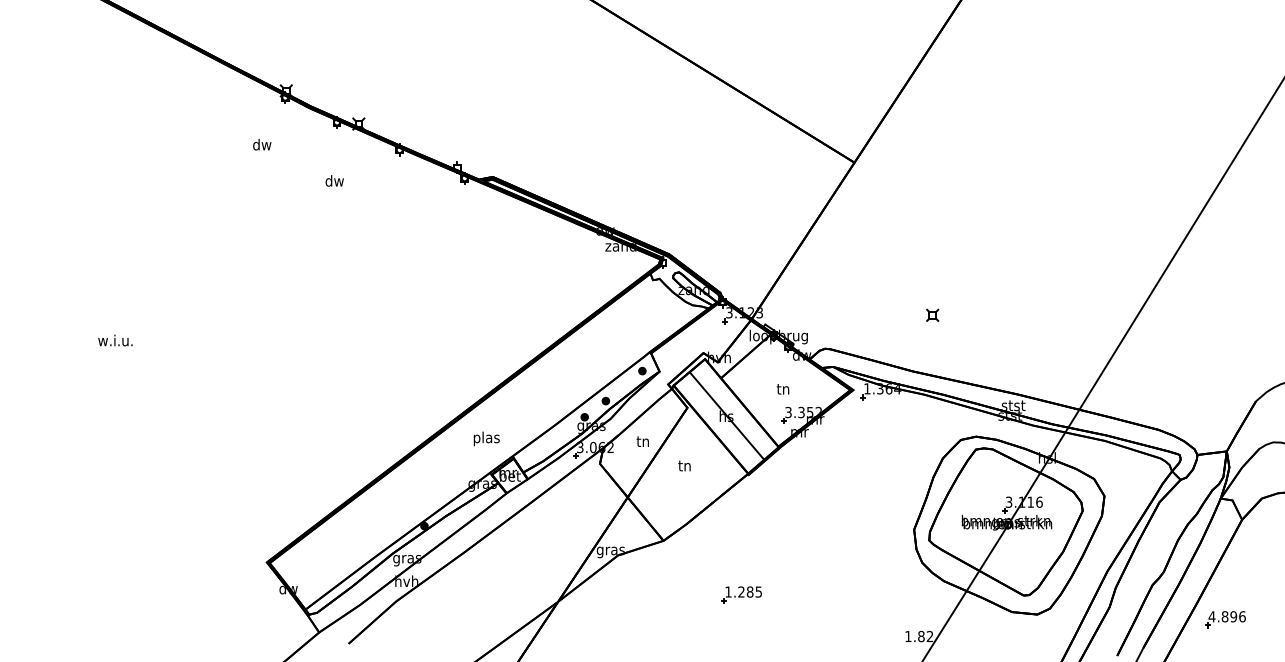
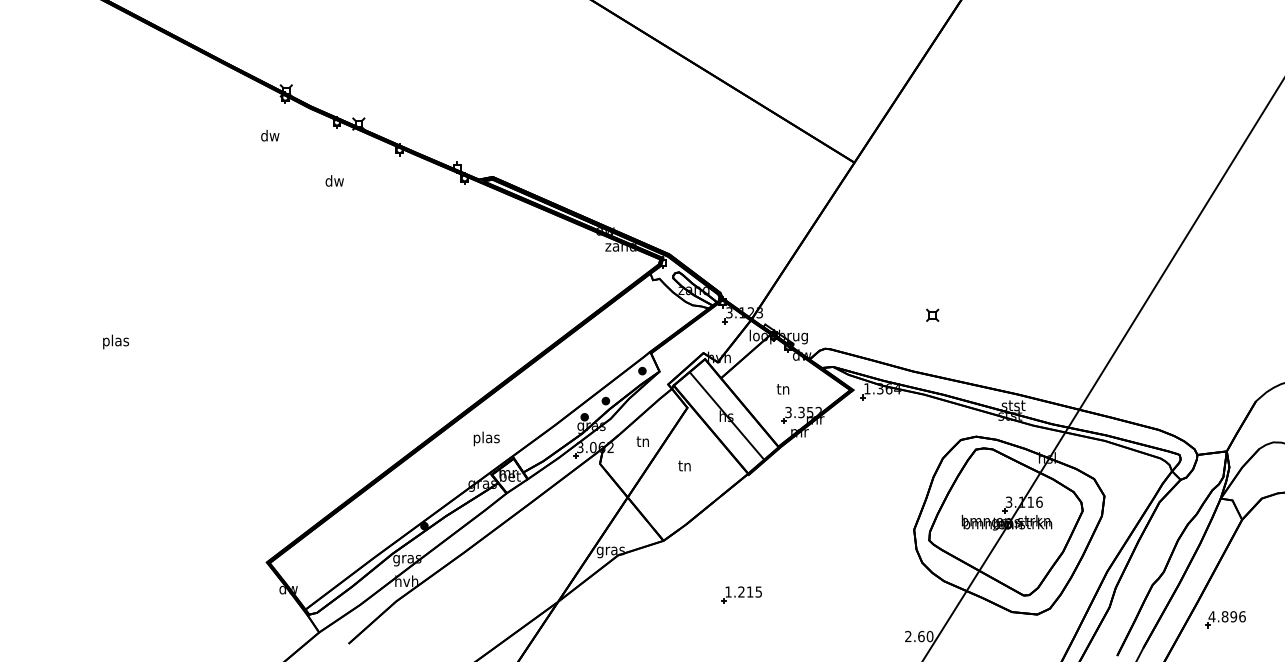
text at (262, 144) position: (262, 144) -> (270, 135)
text at (115, 341): w.i.u. -> plas
text at (749, 591): 1.285 -> 1.215
text at (919, 636): 1.82 -> 2.60
